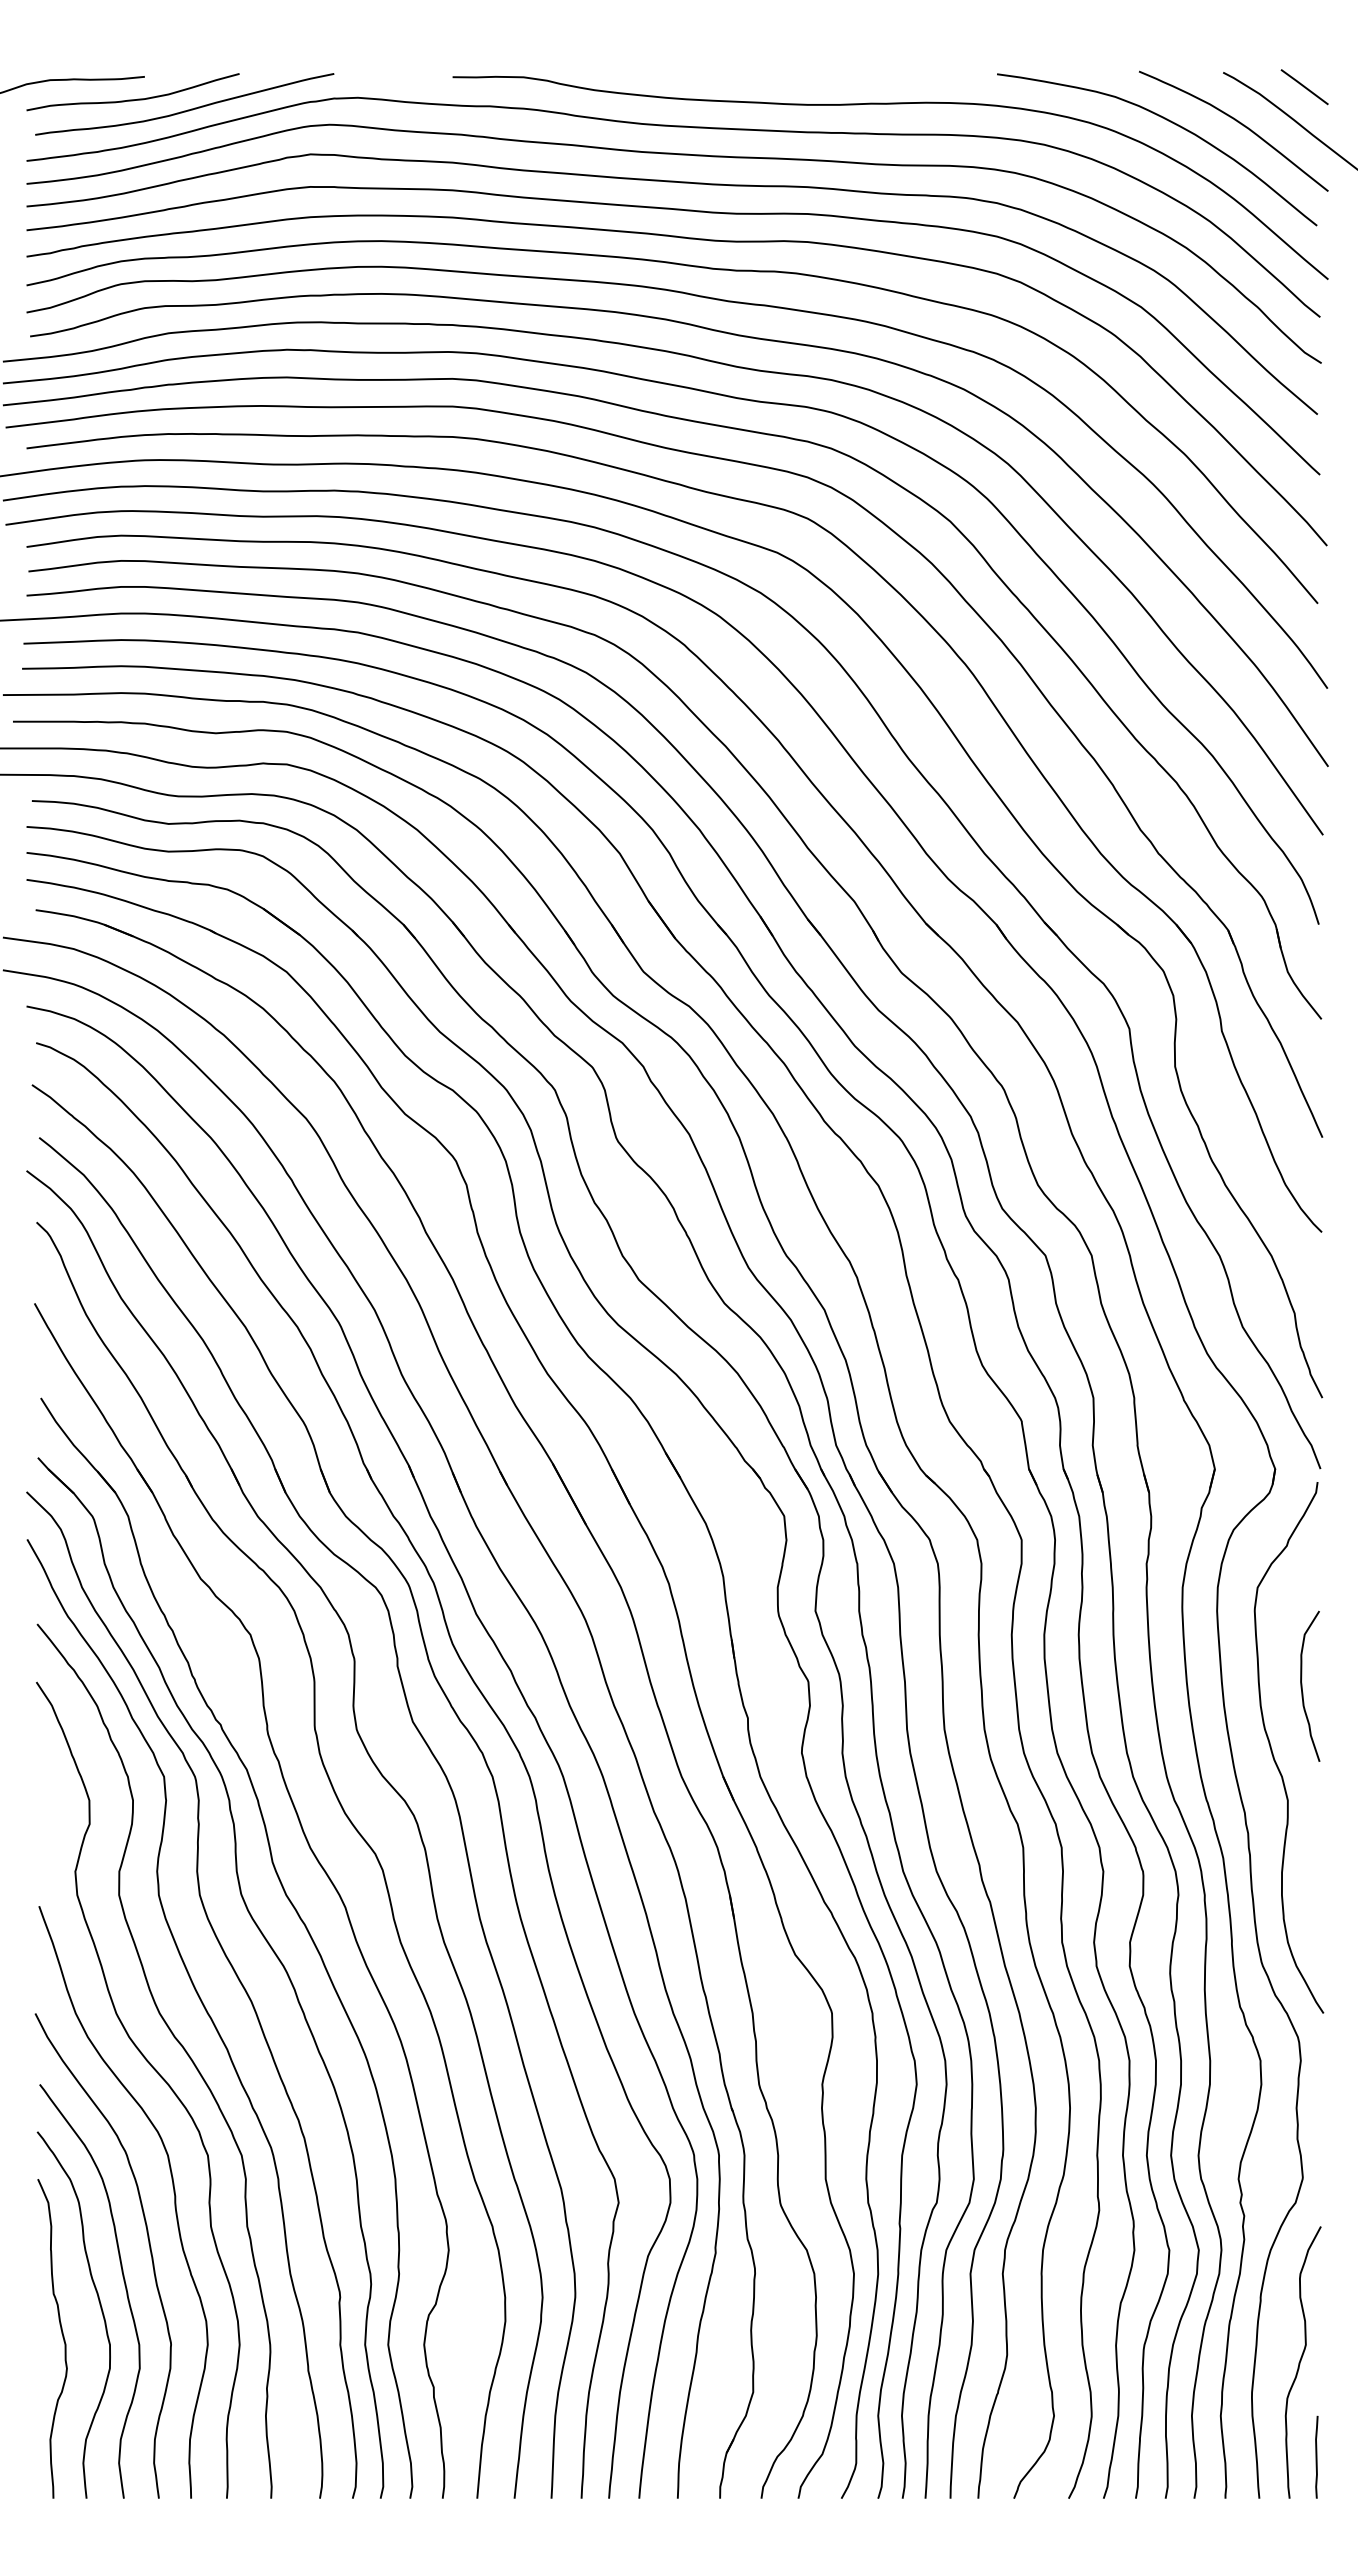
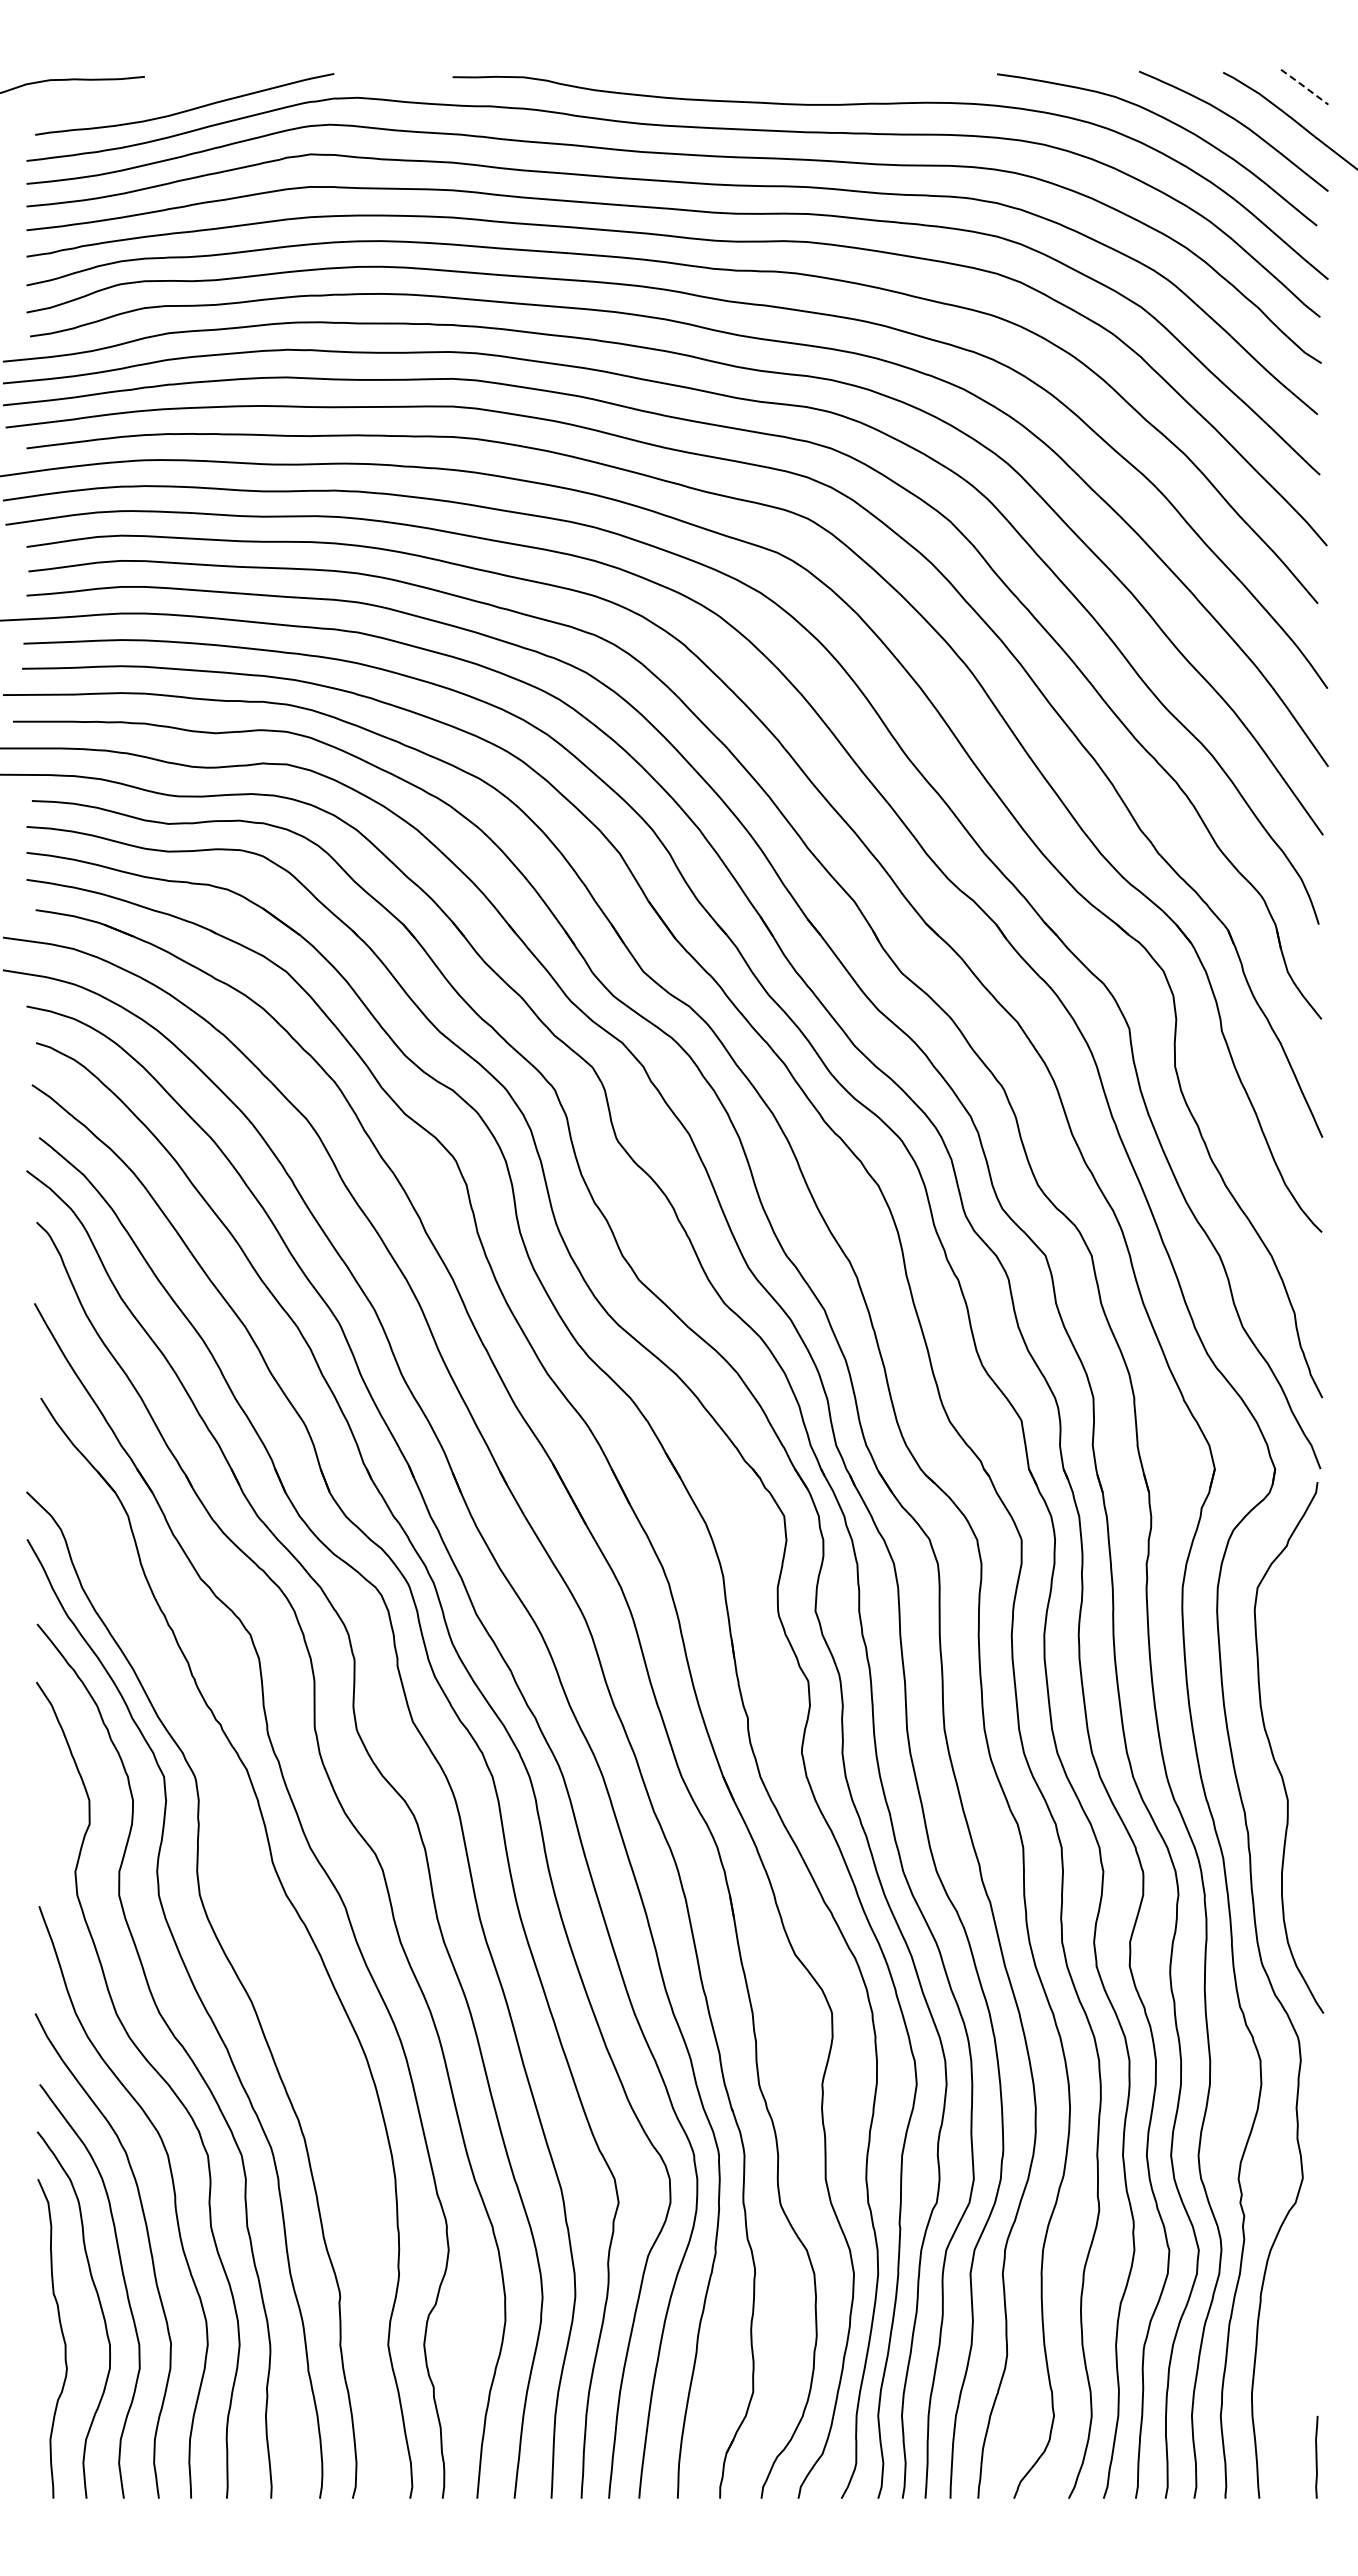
line at (1304, 86): solid -> dashed
curve at (132, 99): present -> none
curve at (1302, 1685): present -> none
part at (264, 1939): present -> none
curve at (1301, 2361): present -> none
